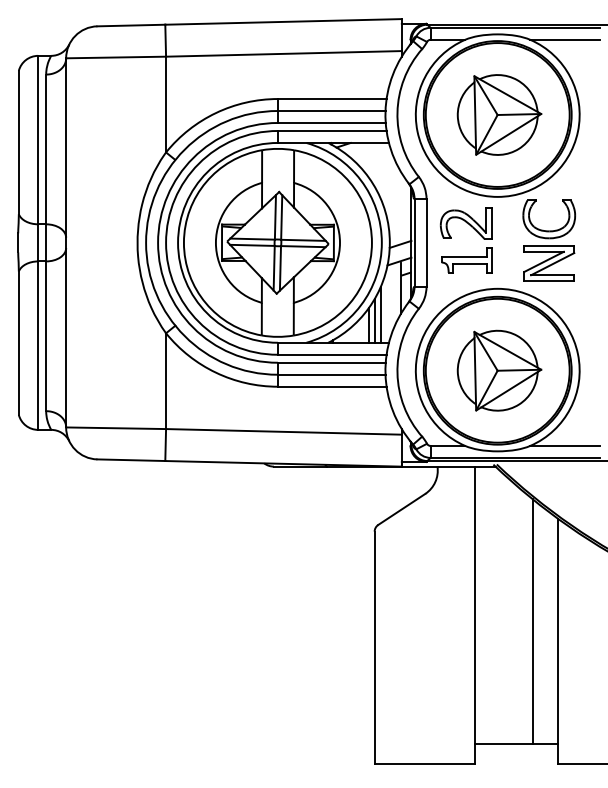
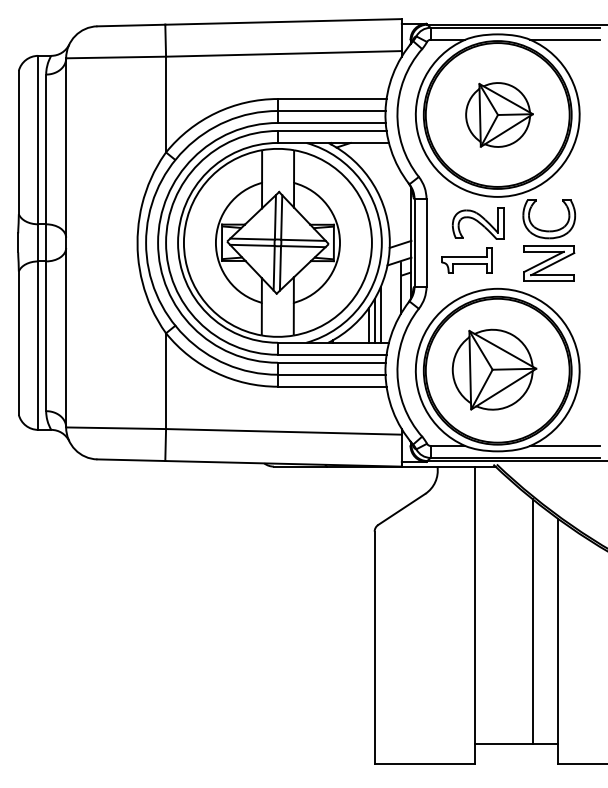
part at (499, 114) size: 87x82 px -> 69x66 px
part at (465, 223) position: (465, 223) -> (477, 223)
part at (499, 370) position: (499, 370) -> (494, 369)
